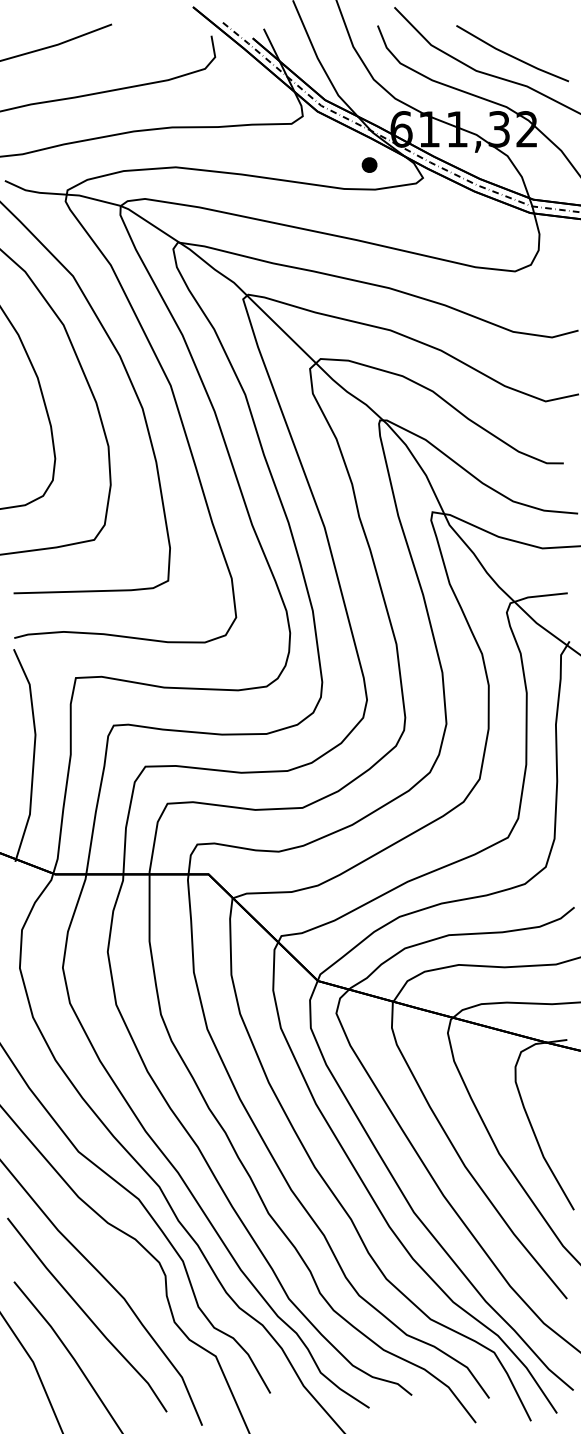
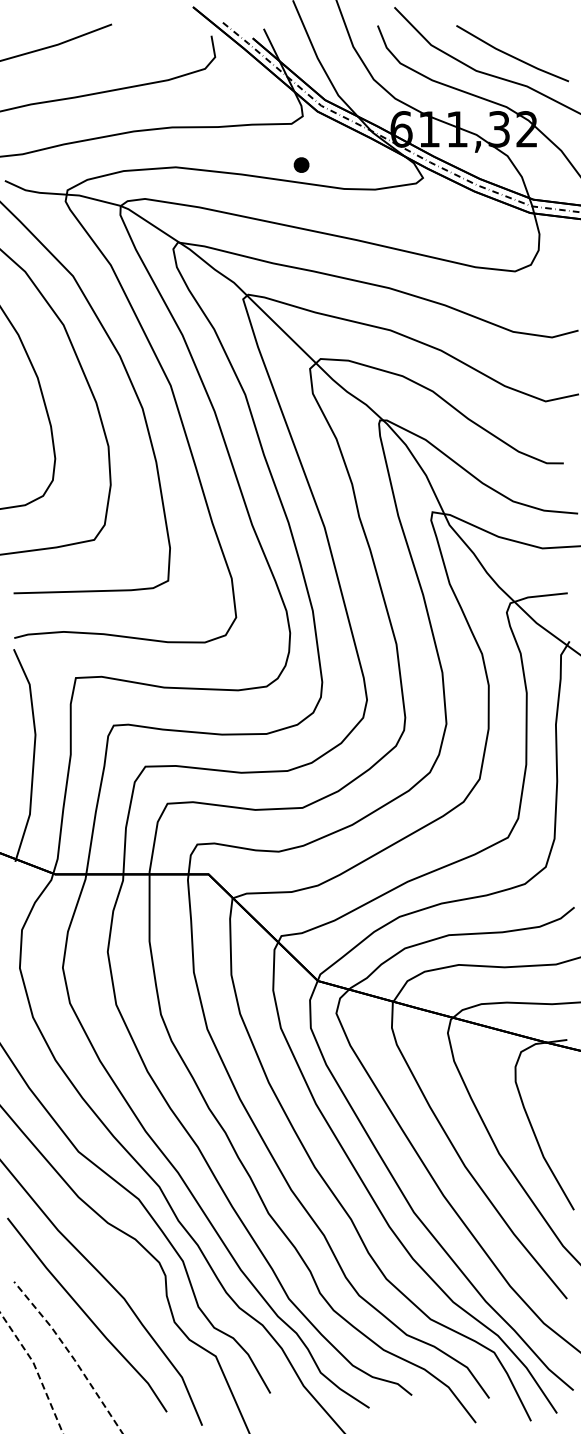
part at (369, 164) position: (369, 164) -> (301, 164)
line at (71, 1354): solid -> dashed
line at (36, 1369): solid -> dashed
